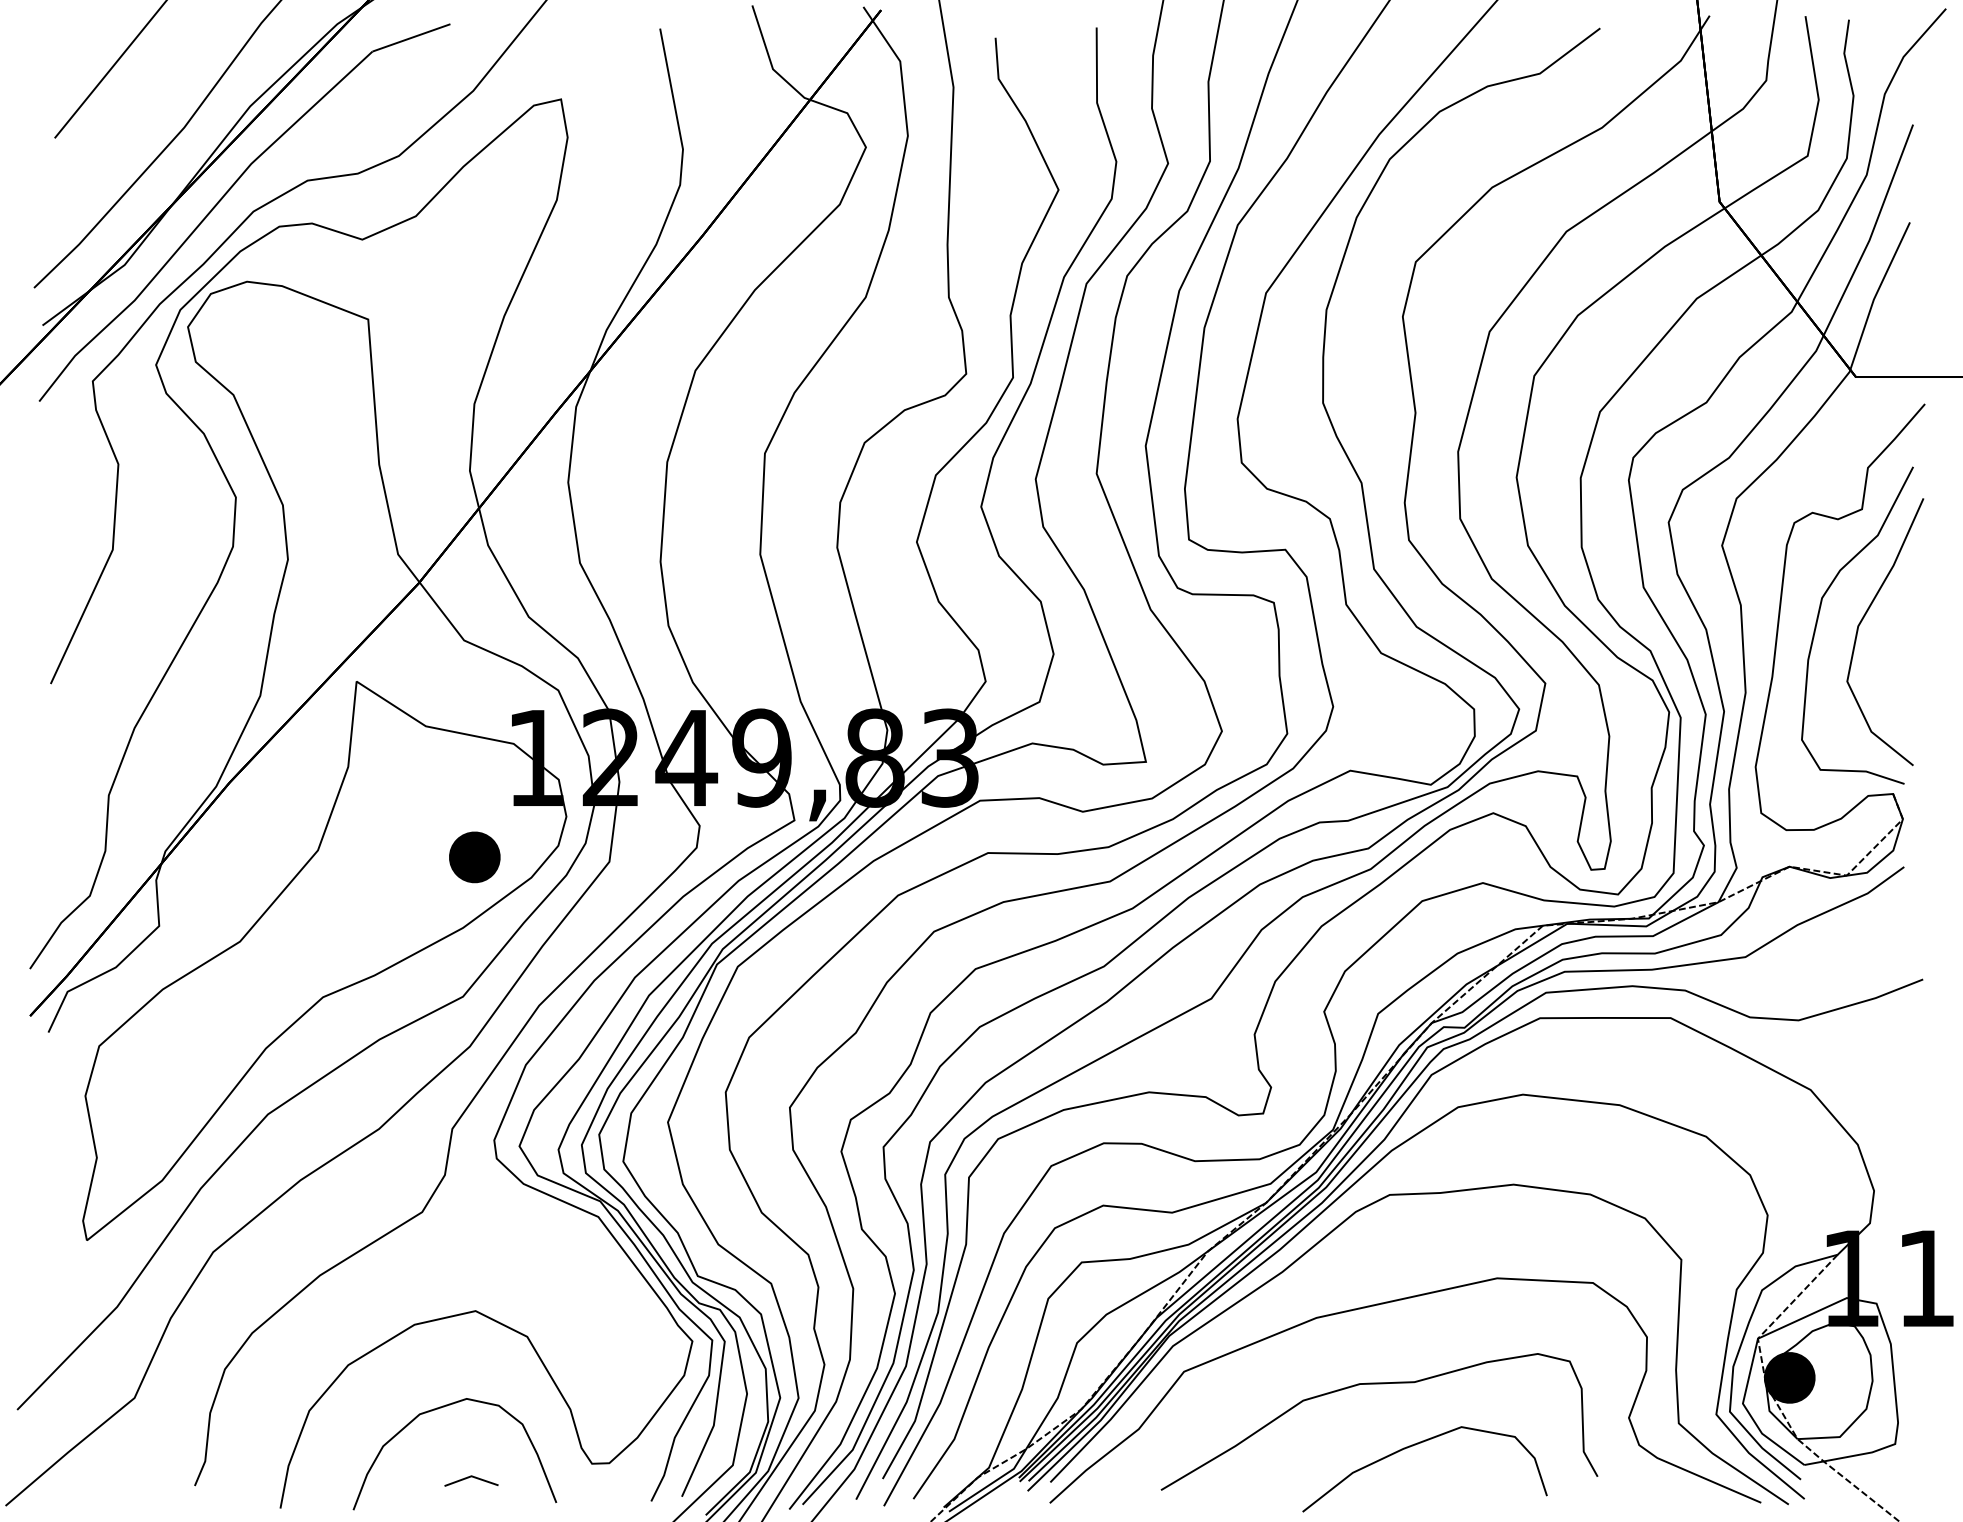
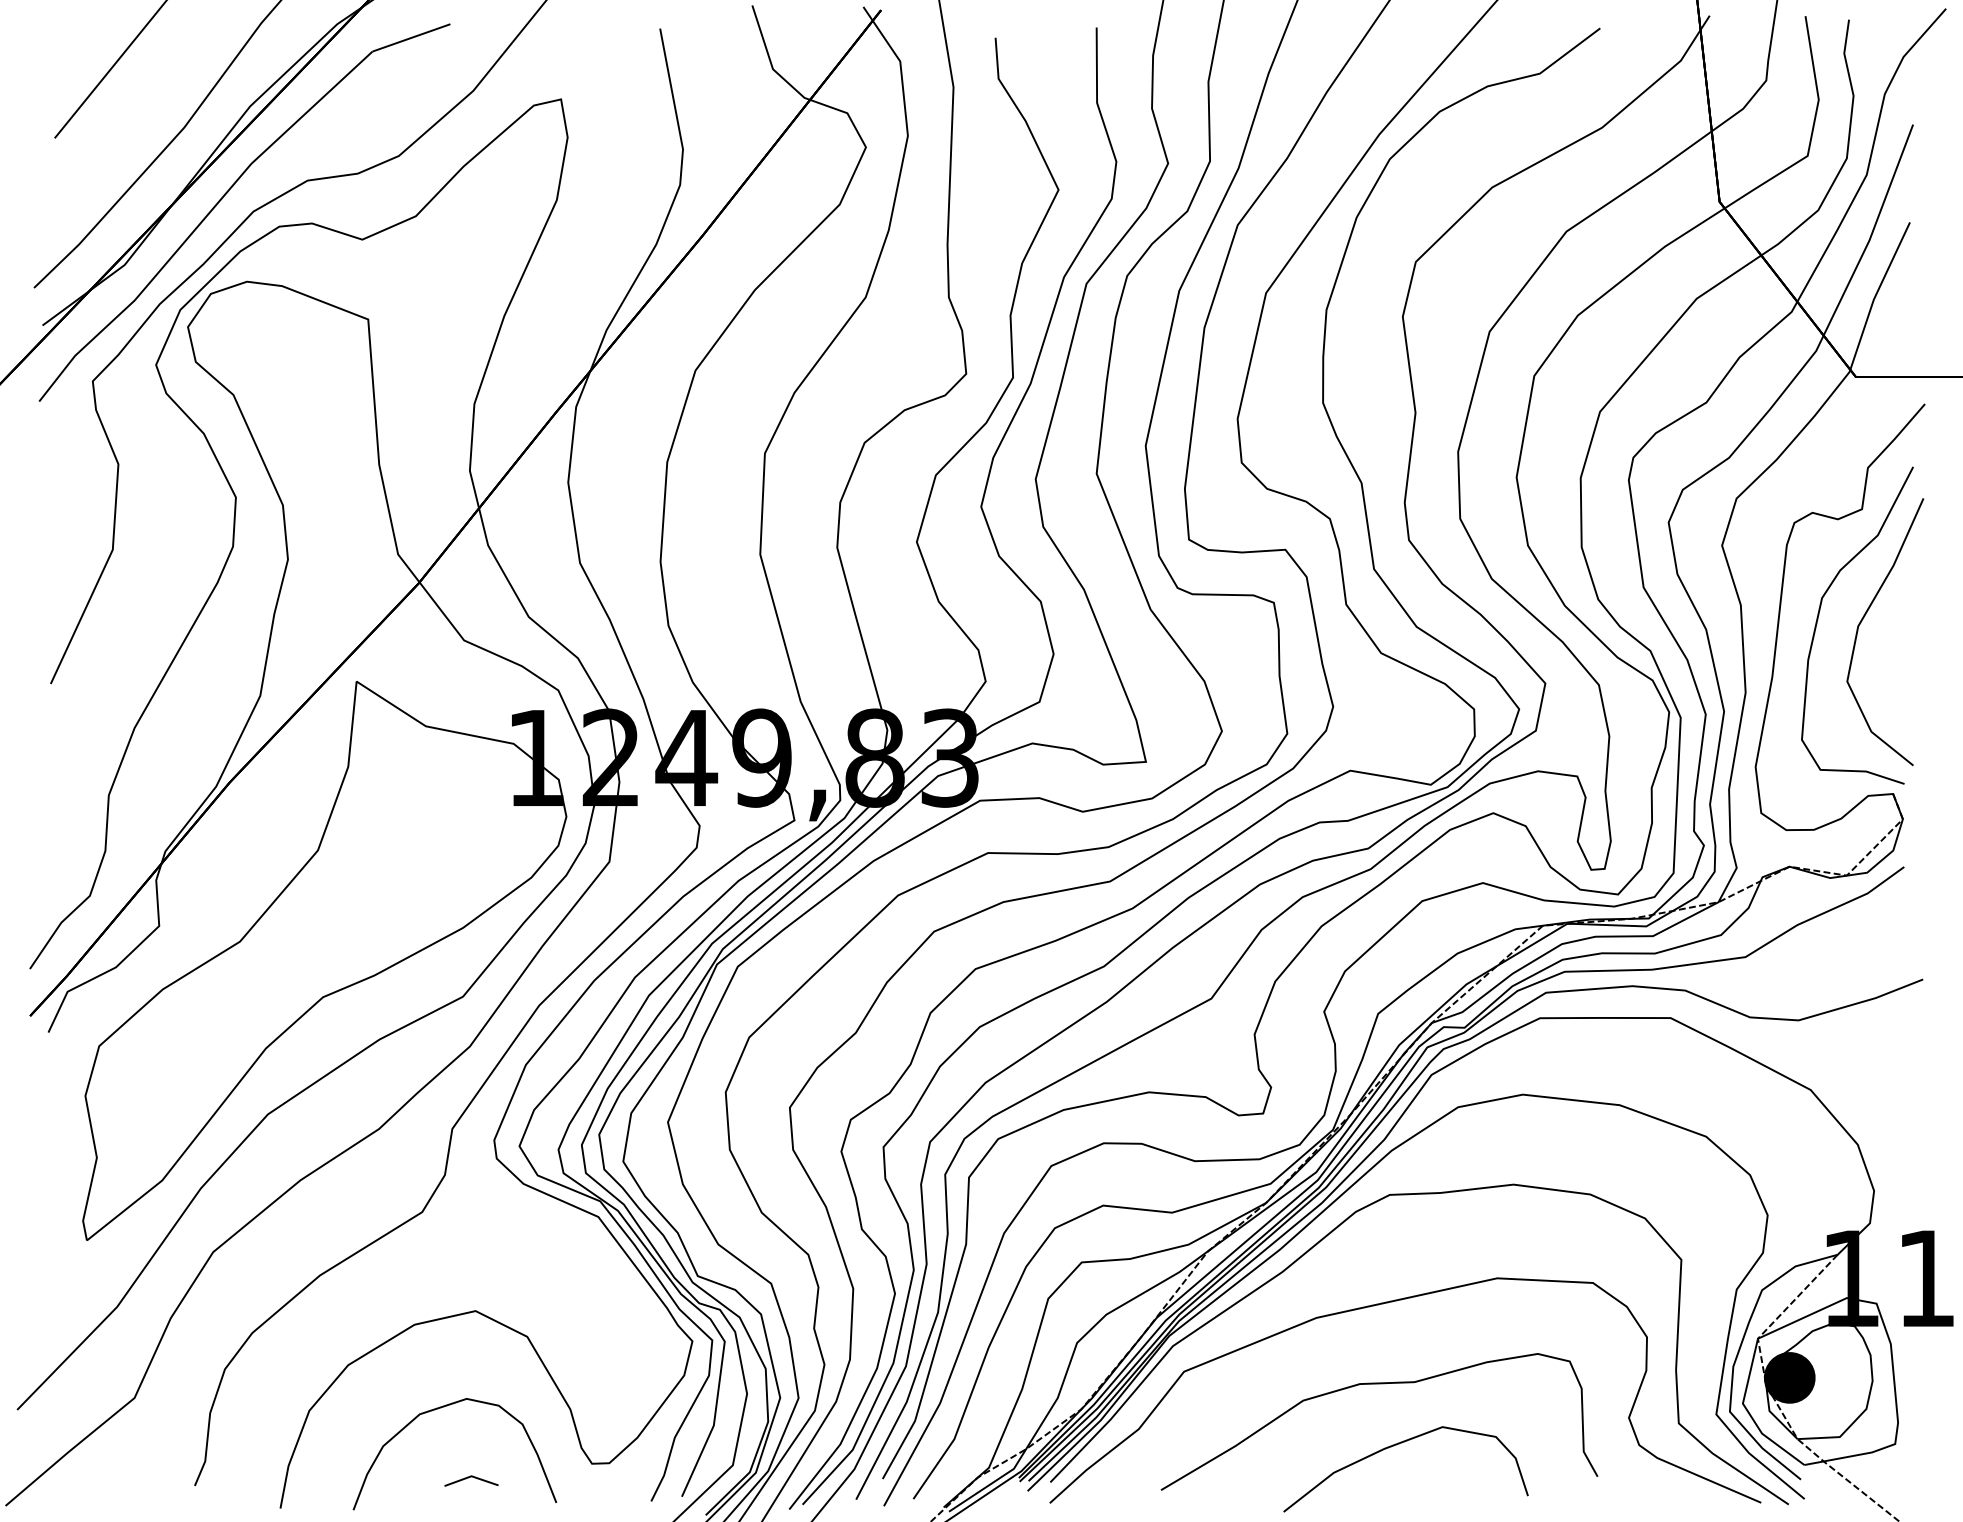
part at (474, 857): present -> none
part at (1413, 1446) position: (1413, 1446) -> (1394, 1446)
